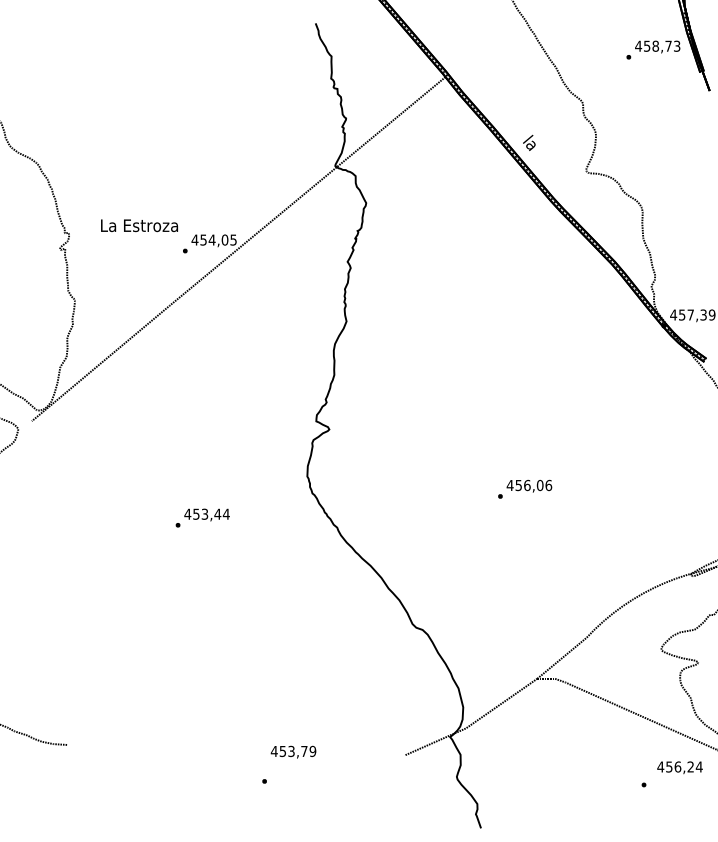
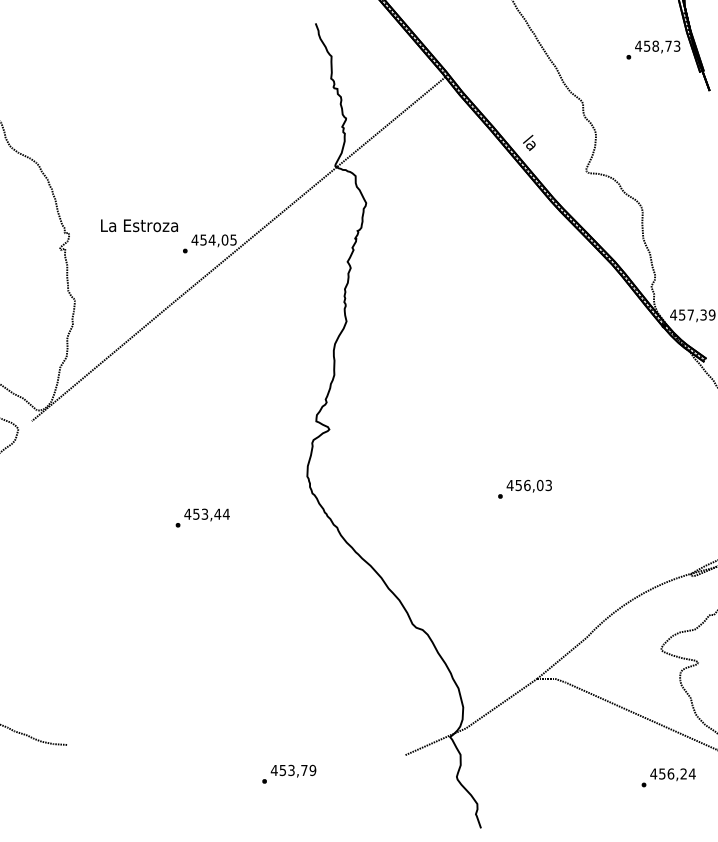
text at (548, 485): 456,06 -> 456,03
text at (293, 751) position: (293, 751) -> (293, 770)
text at (679, 767) position: (679, 767) -> (672, 774)
